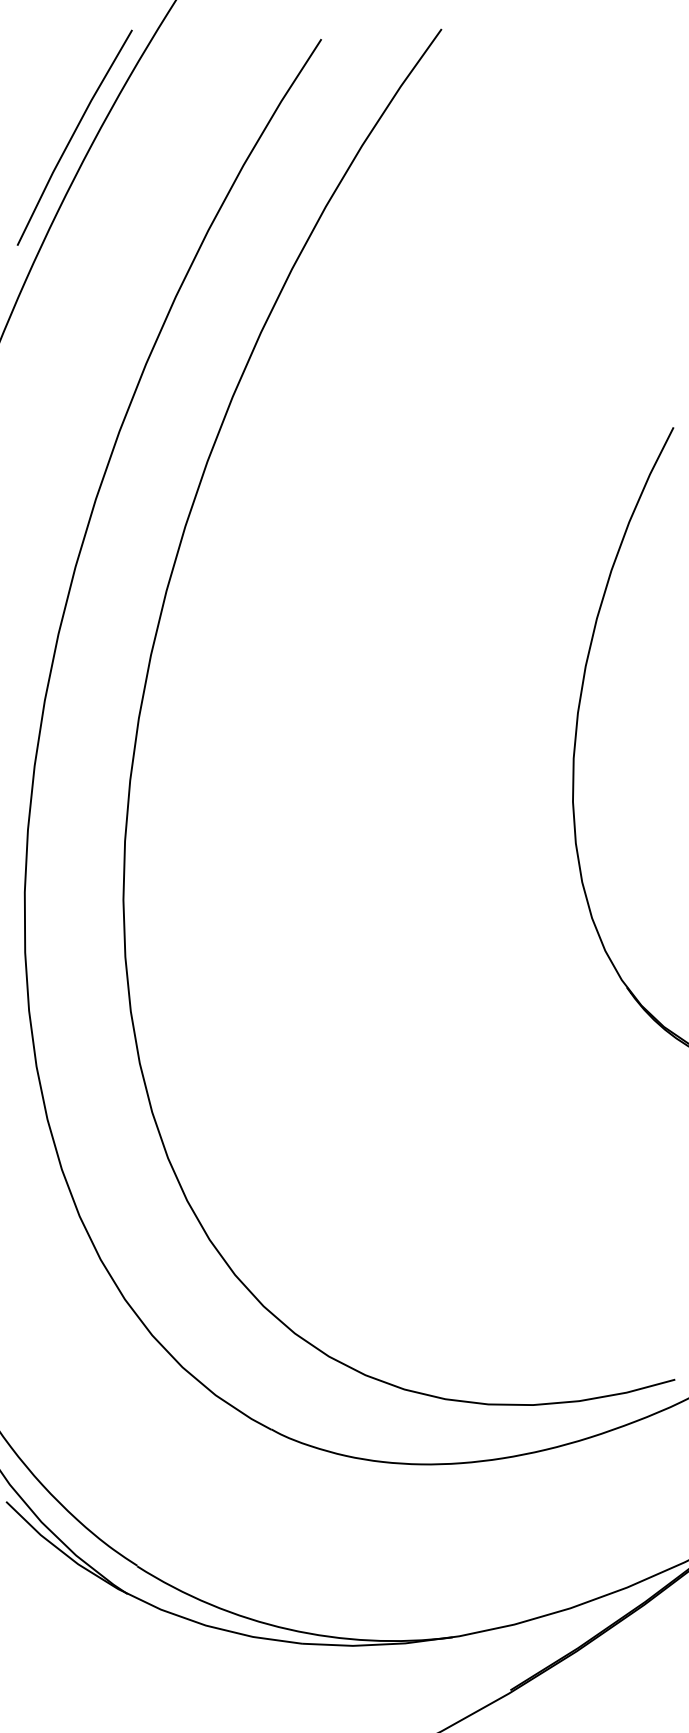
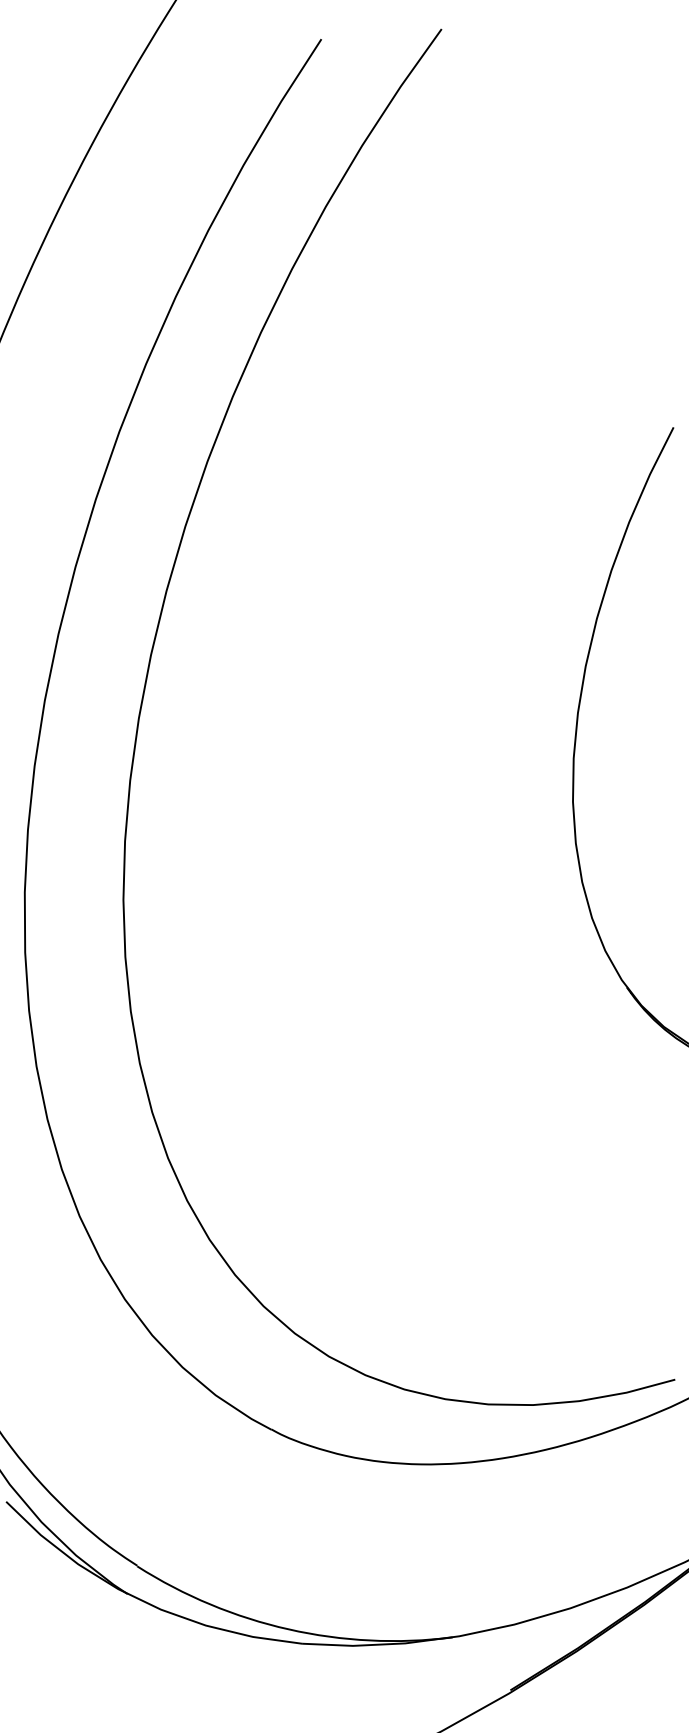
line at (73, 136): present -> none
